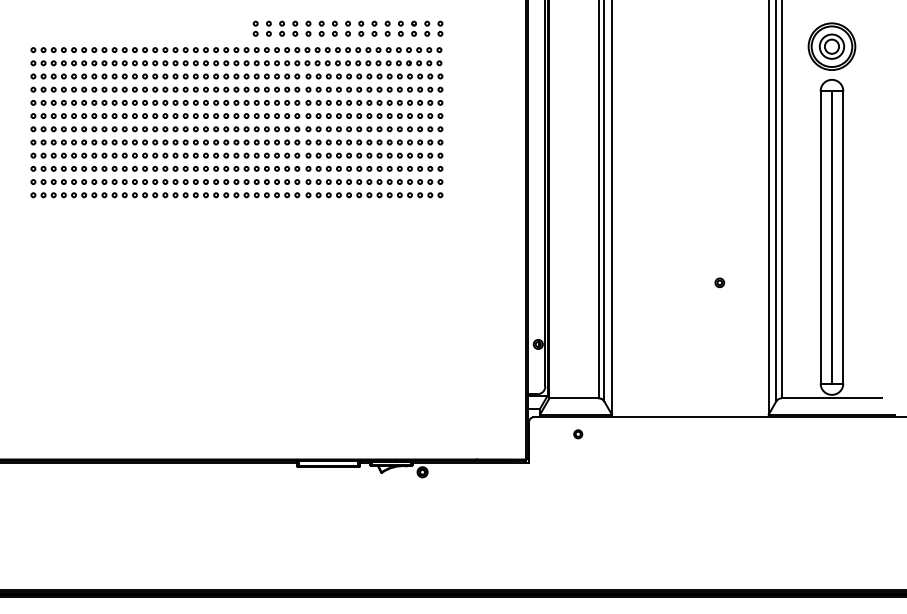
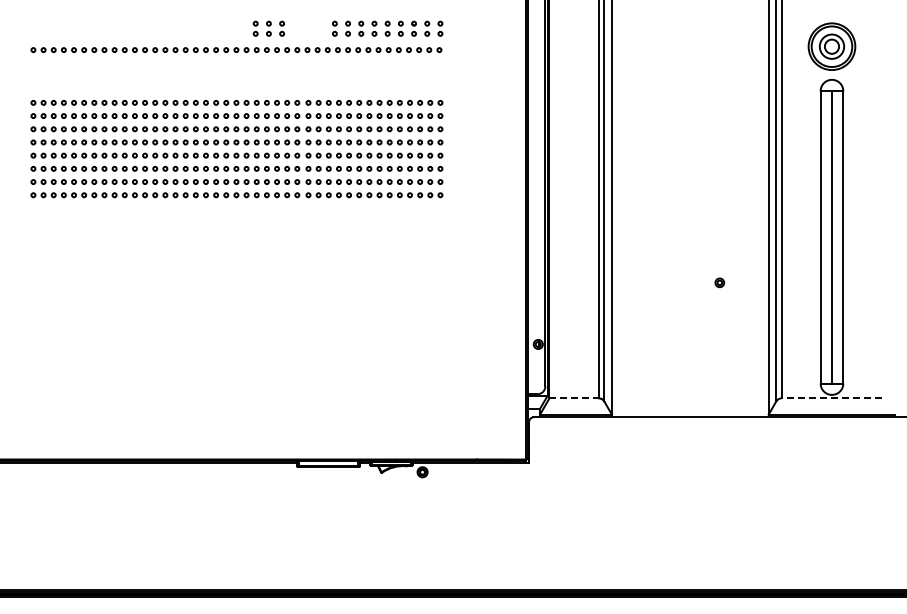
part at (308, 28): present -> none
part at (236, 76): present -> none
line at (574, 398): solid -> dashed
line at (831, 398): solid -> dashed
part at (578, 434): present -> none
